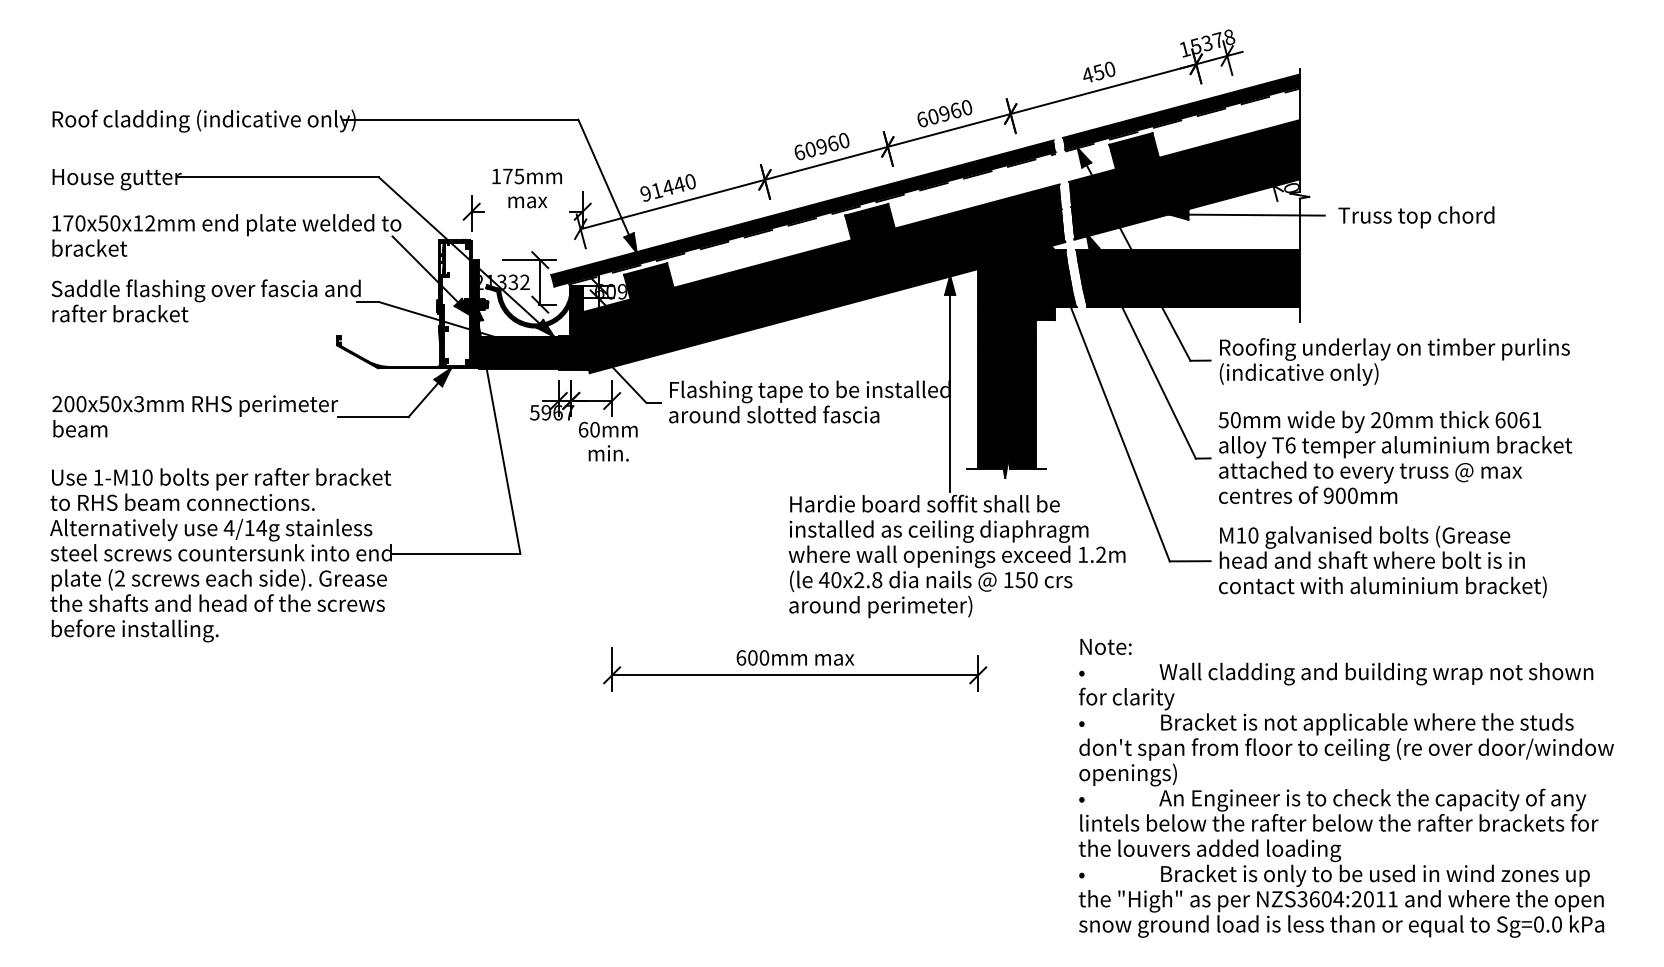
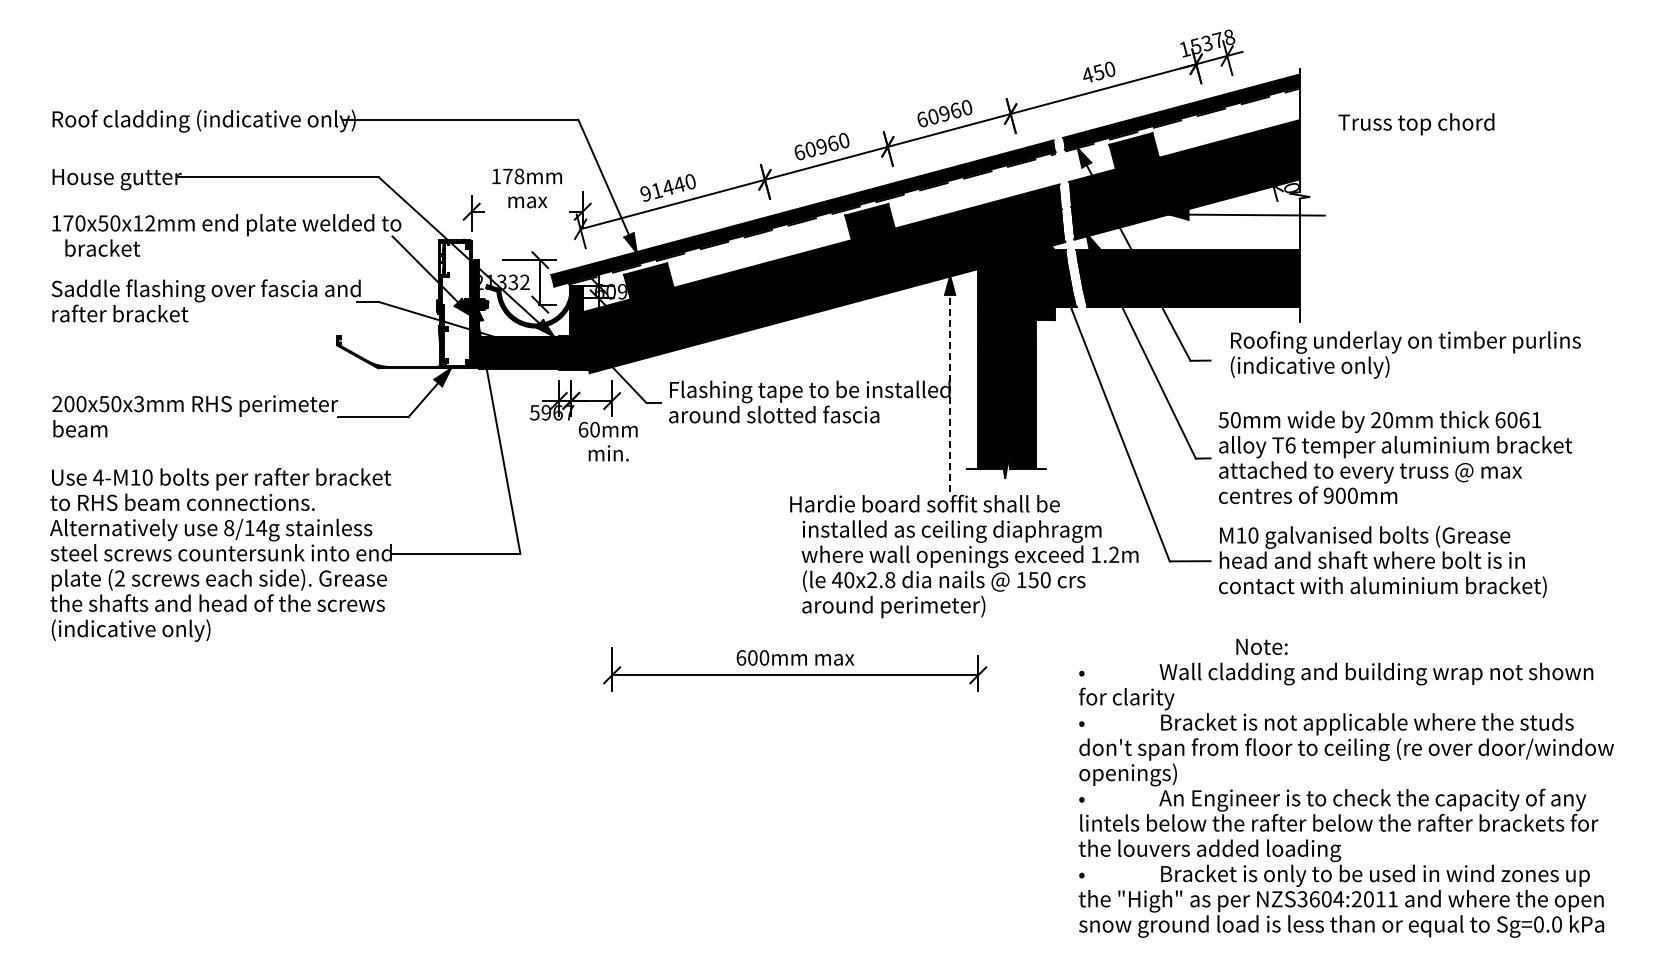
text at (519, 176): 175mm -> 178mm
text at (1416, 217) position: (1416, 217) -> (1416, 124)
text at (89, 247) position: (89, 247) -> (102, 247)
text at (1394, 361) position: (1394, 361) -> (1405, 354)
line at (950, 384): solid -> dashed
text at (98, 477): 1-M10 -> 4-M10
text at (228, 528): 4/14g -> 8/14g
text at (956, 569) position: (956, 569) -> (969, 569)
text at (134, 630): before installing. -> (indicative only)
text at (1105, 646) position: (1105, 646) -> (1261, 646)
